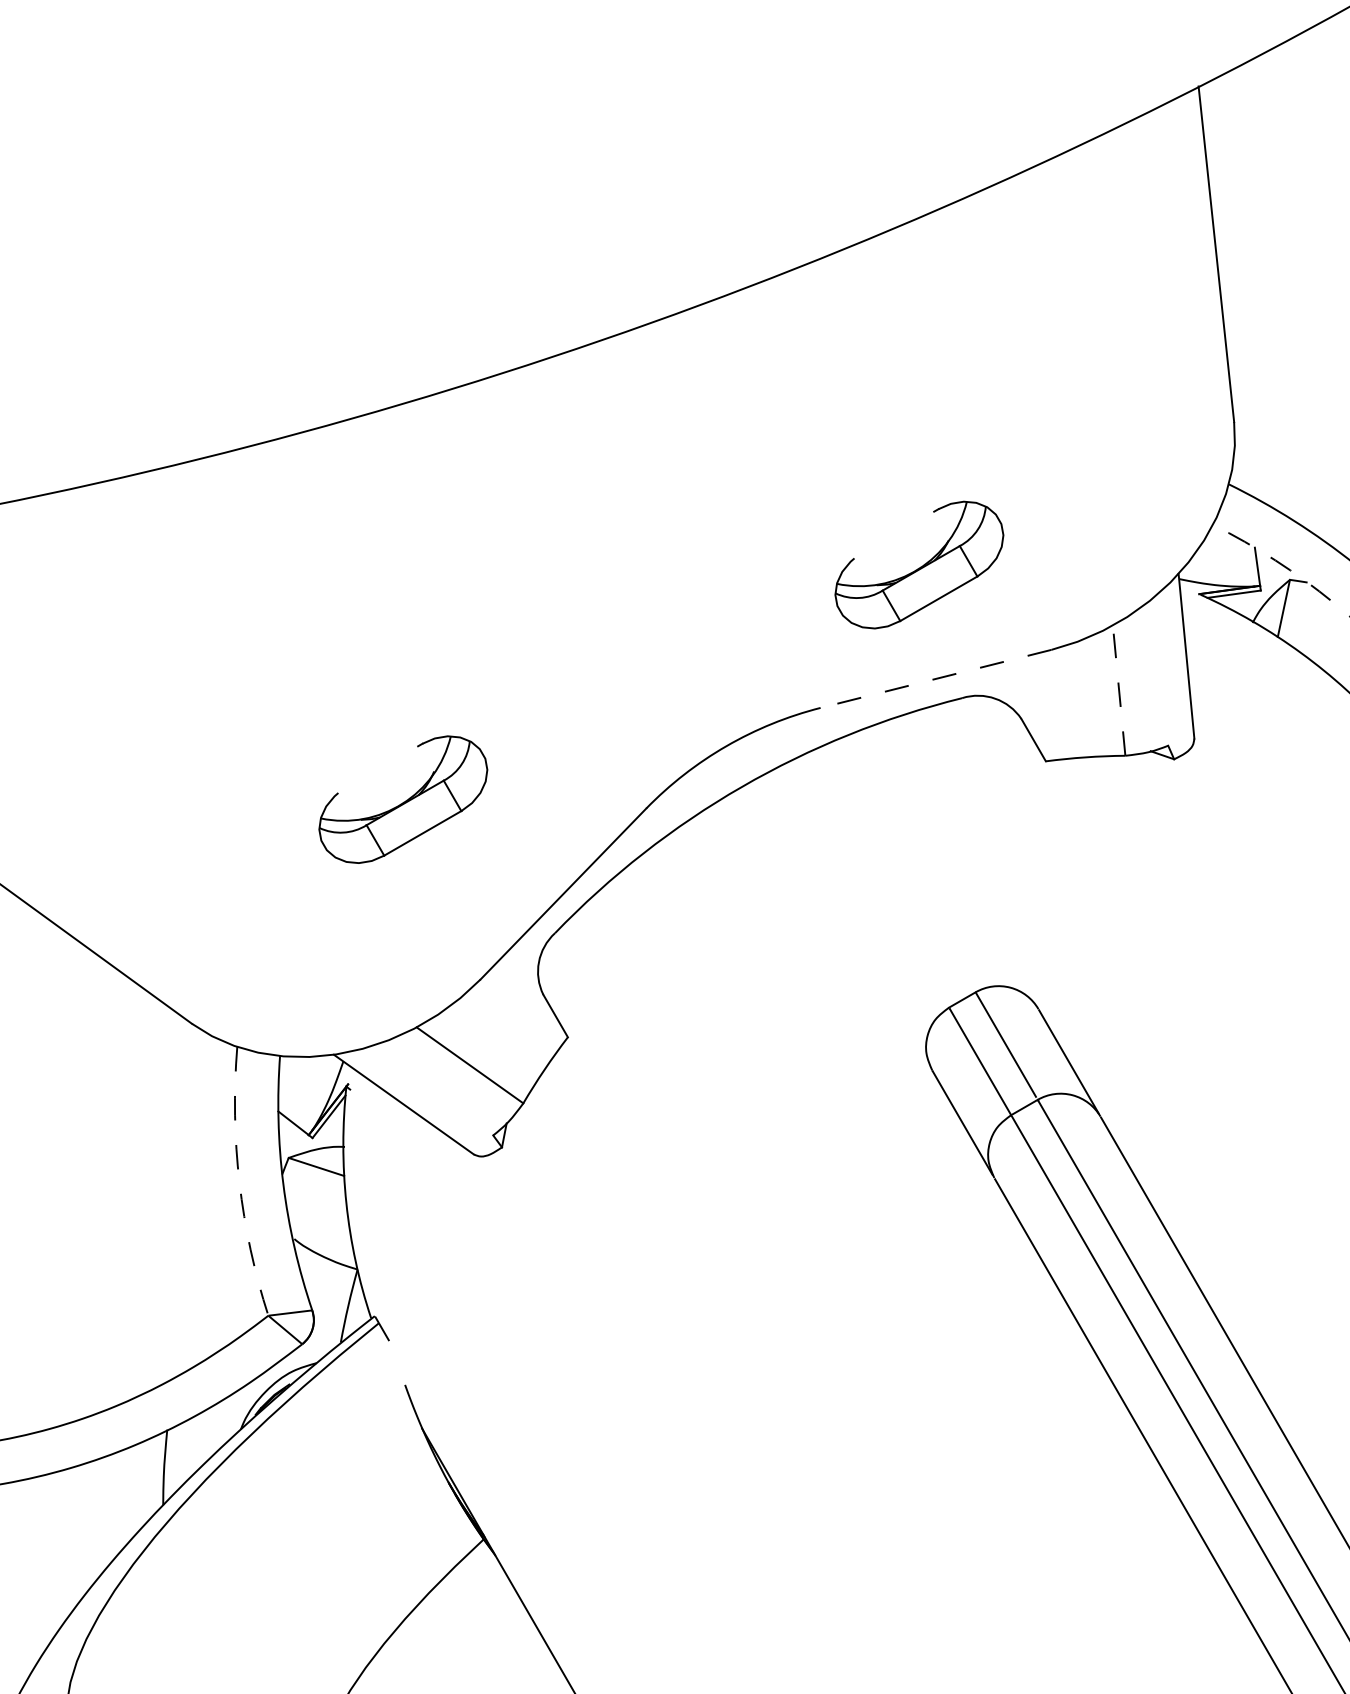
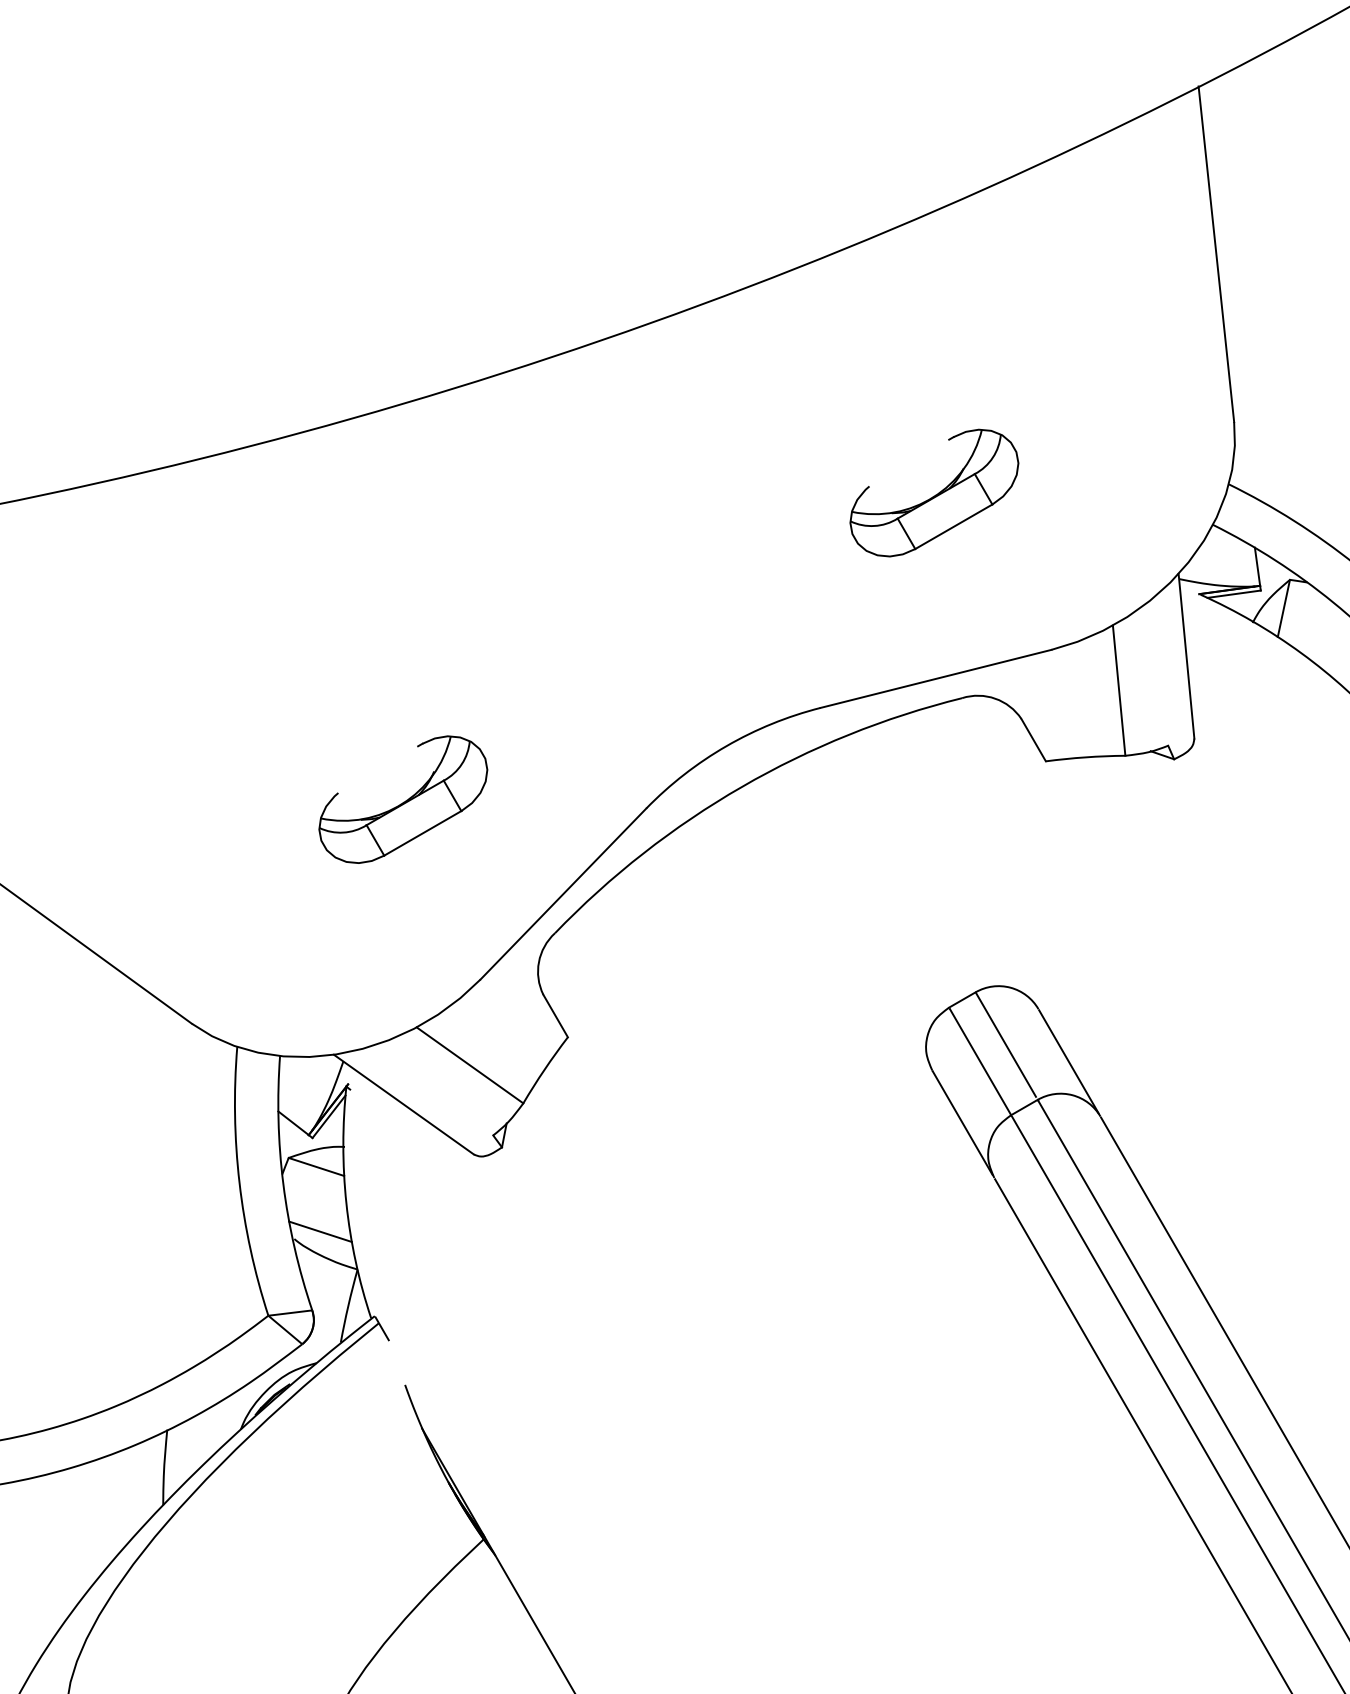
part at (919, 564) position: (919, 564) -> (934, 492)
arc at (1284, 566): dashed -> solid
line at (935, 679): dashed -> solid
line at (1119, 690): dashed -> solid
arc at (239, 1182): dashed -> solid
line at (320, 1231): none -> present
